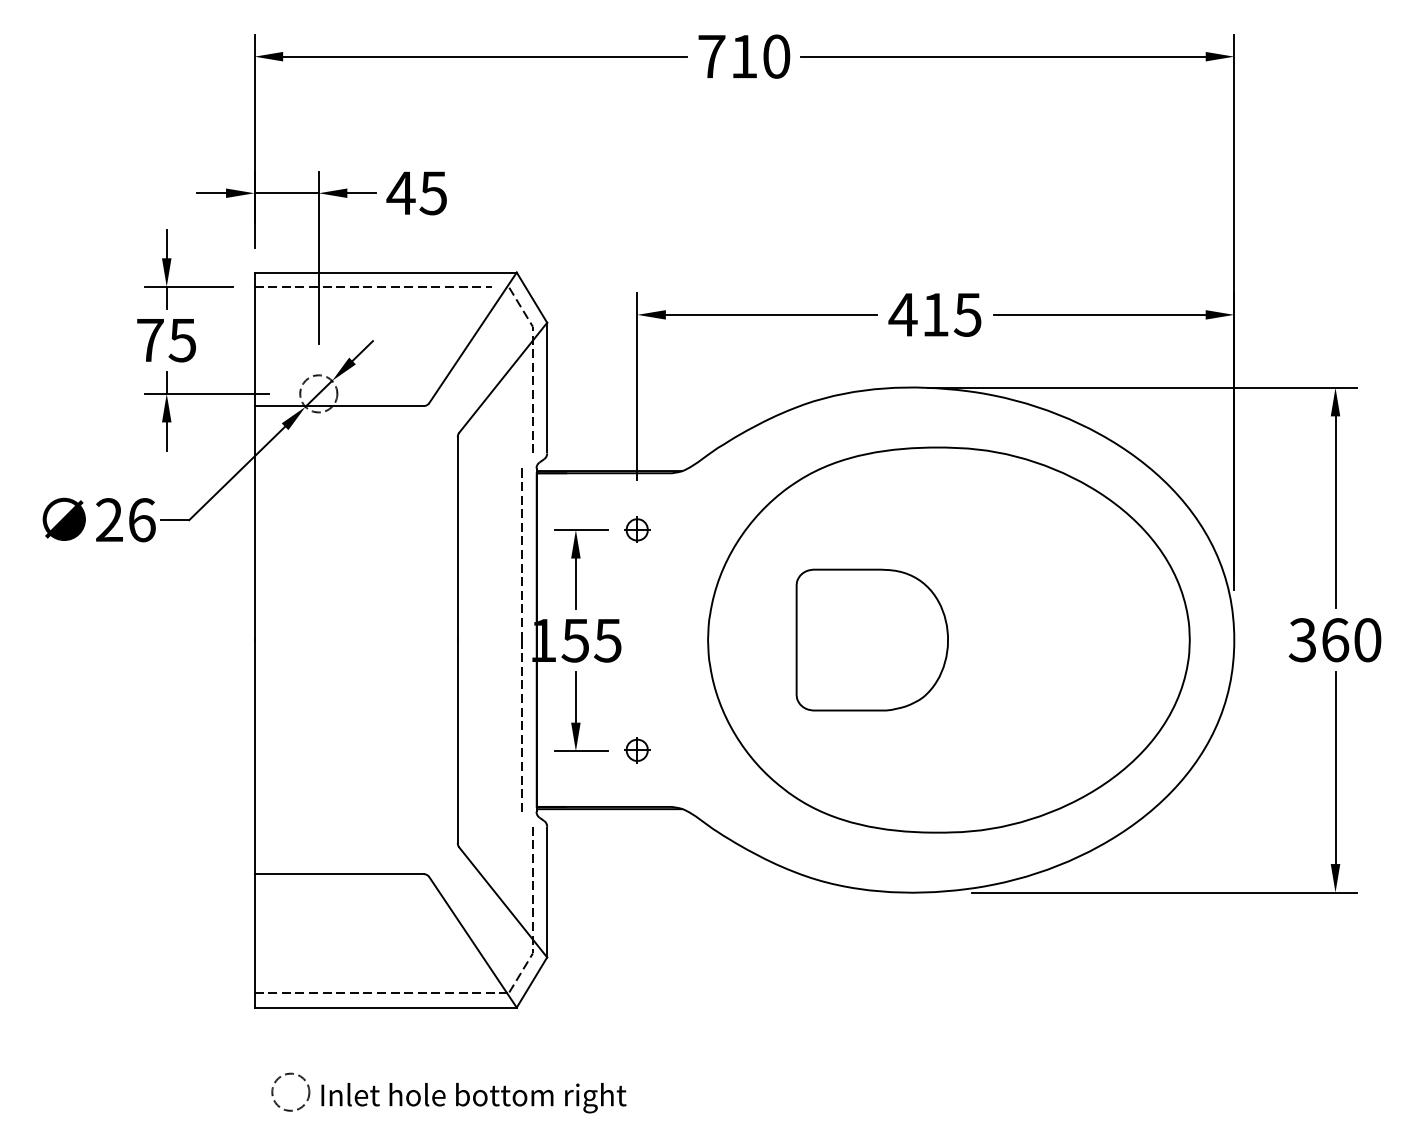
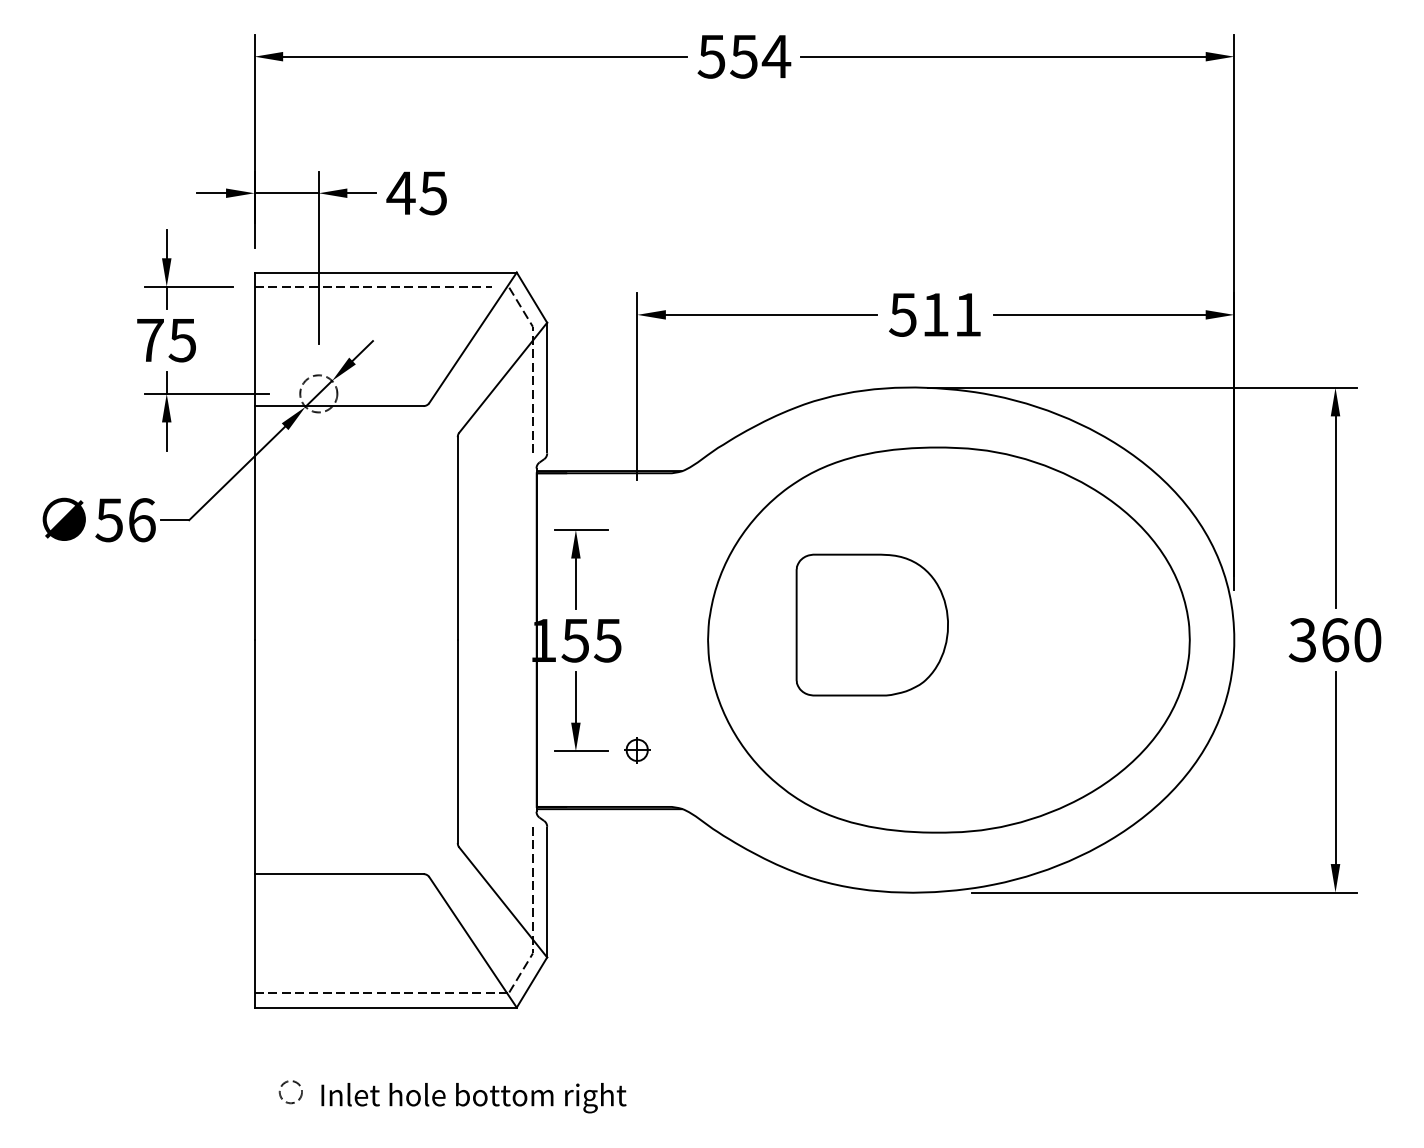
text at (744, 56): 710 -> 554
text at (934, 314): 415 -> 511
text at (108, 520): 26 -> 56
part at (637, 529): present -> none
line at (521, 639): present -> none
part at (871, 639) position: (871, 639) -> (871, 624)
circle at (290, 1091) size: 40x40 px -> 25x25 px
